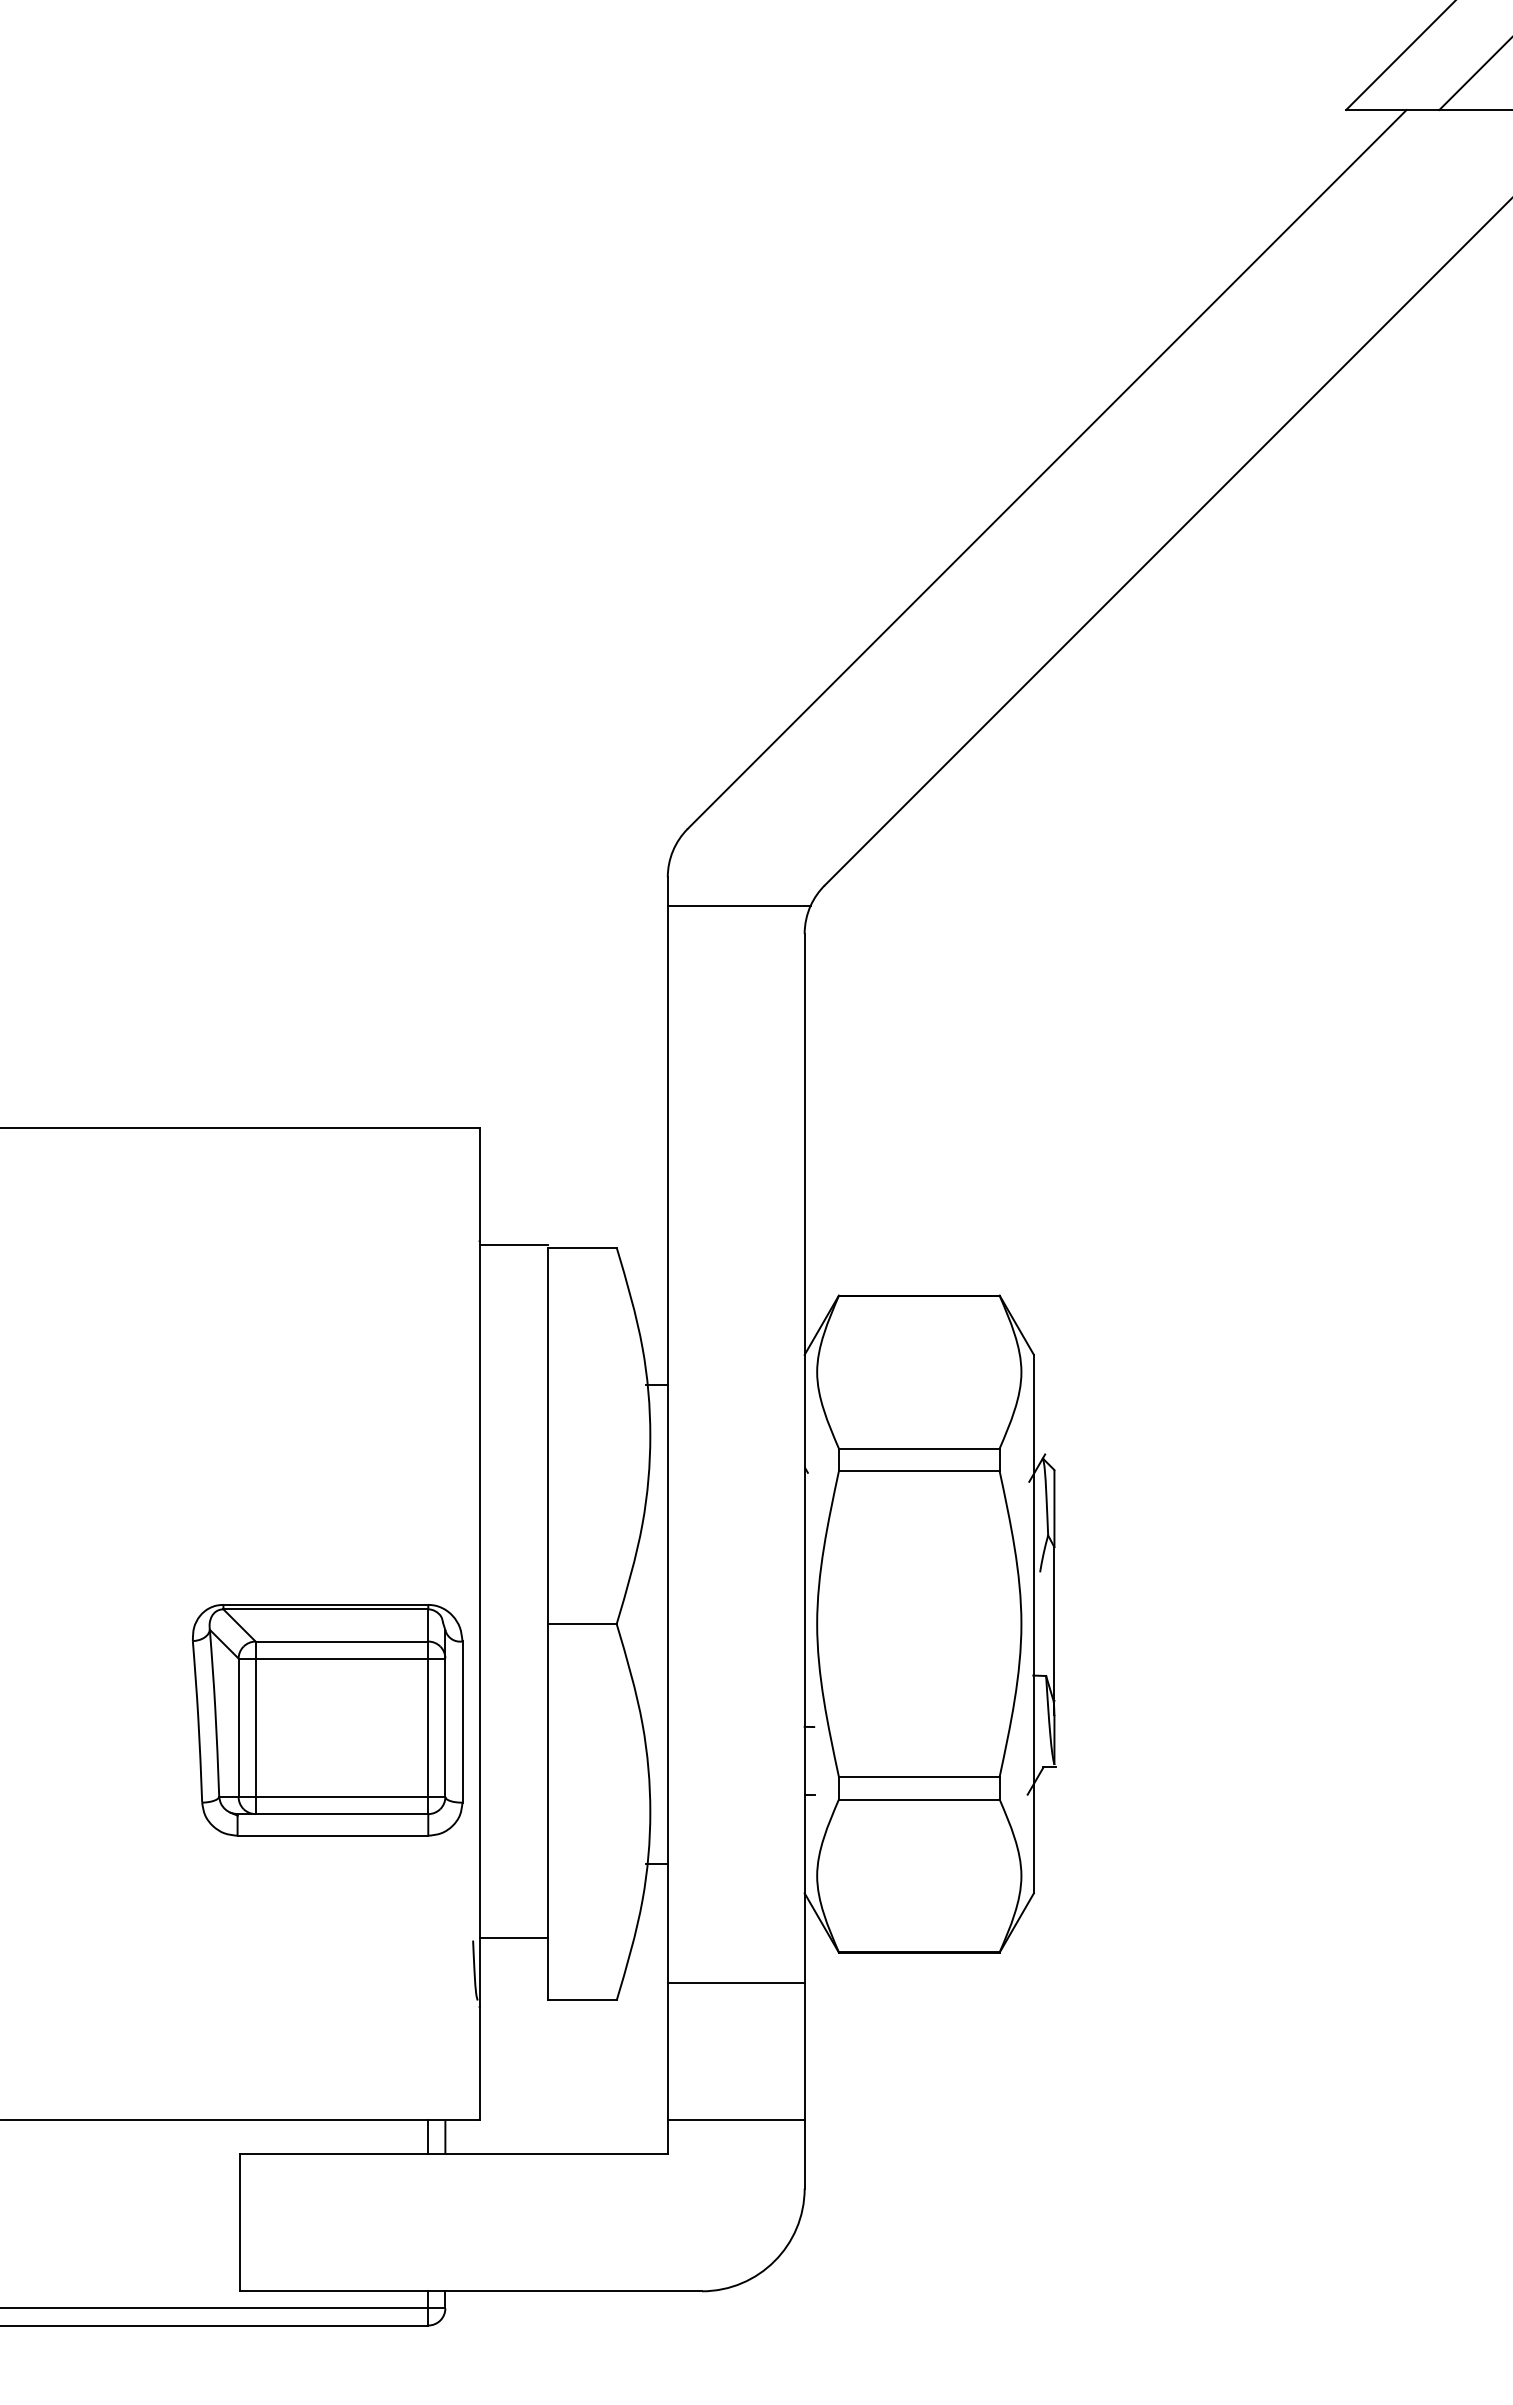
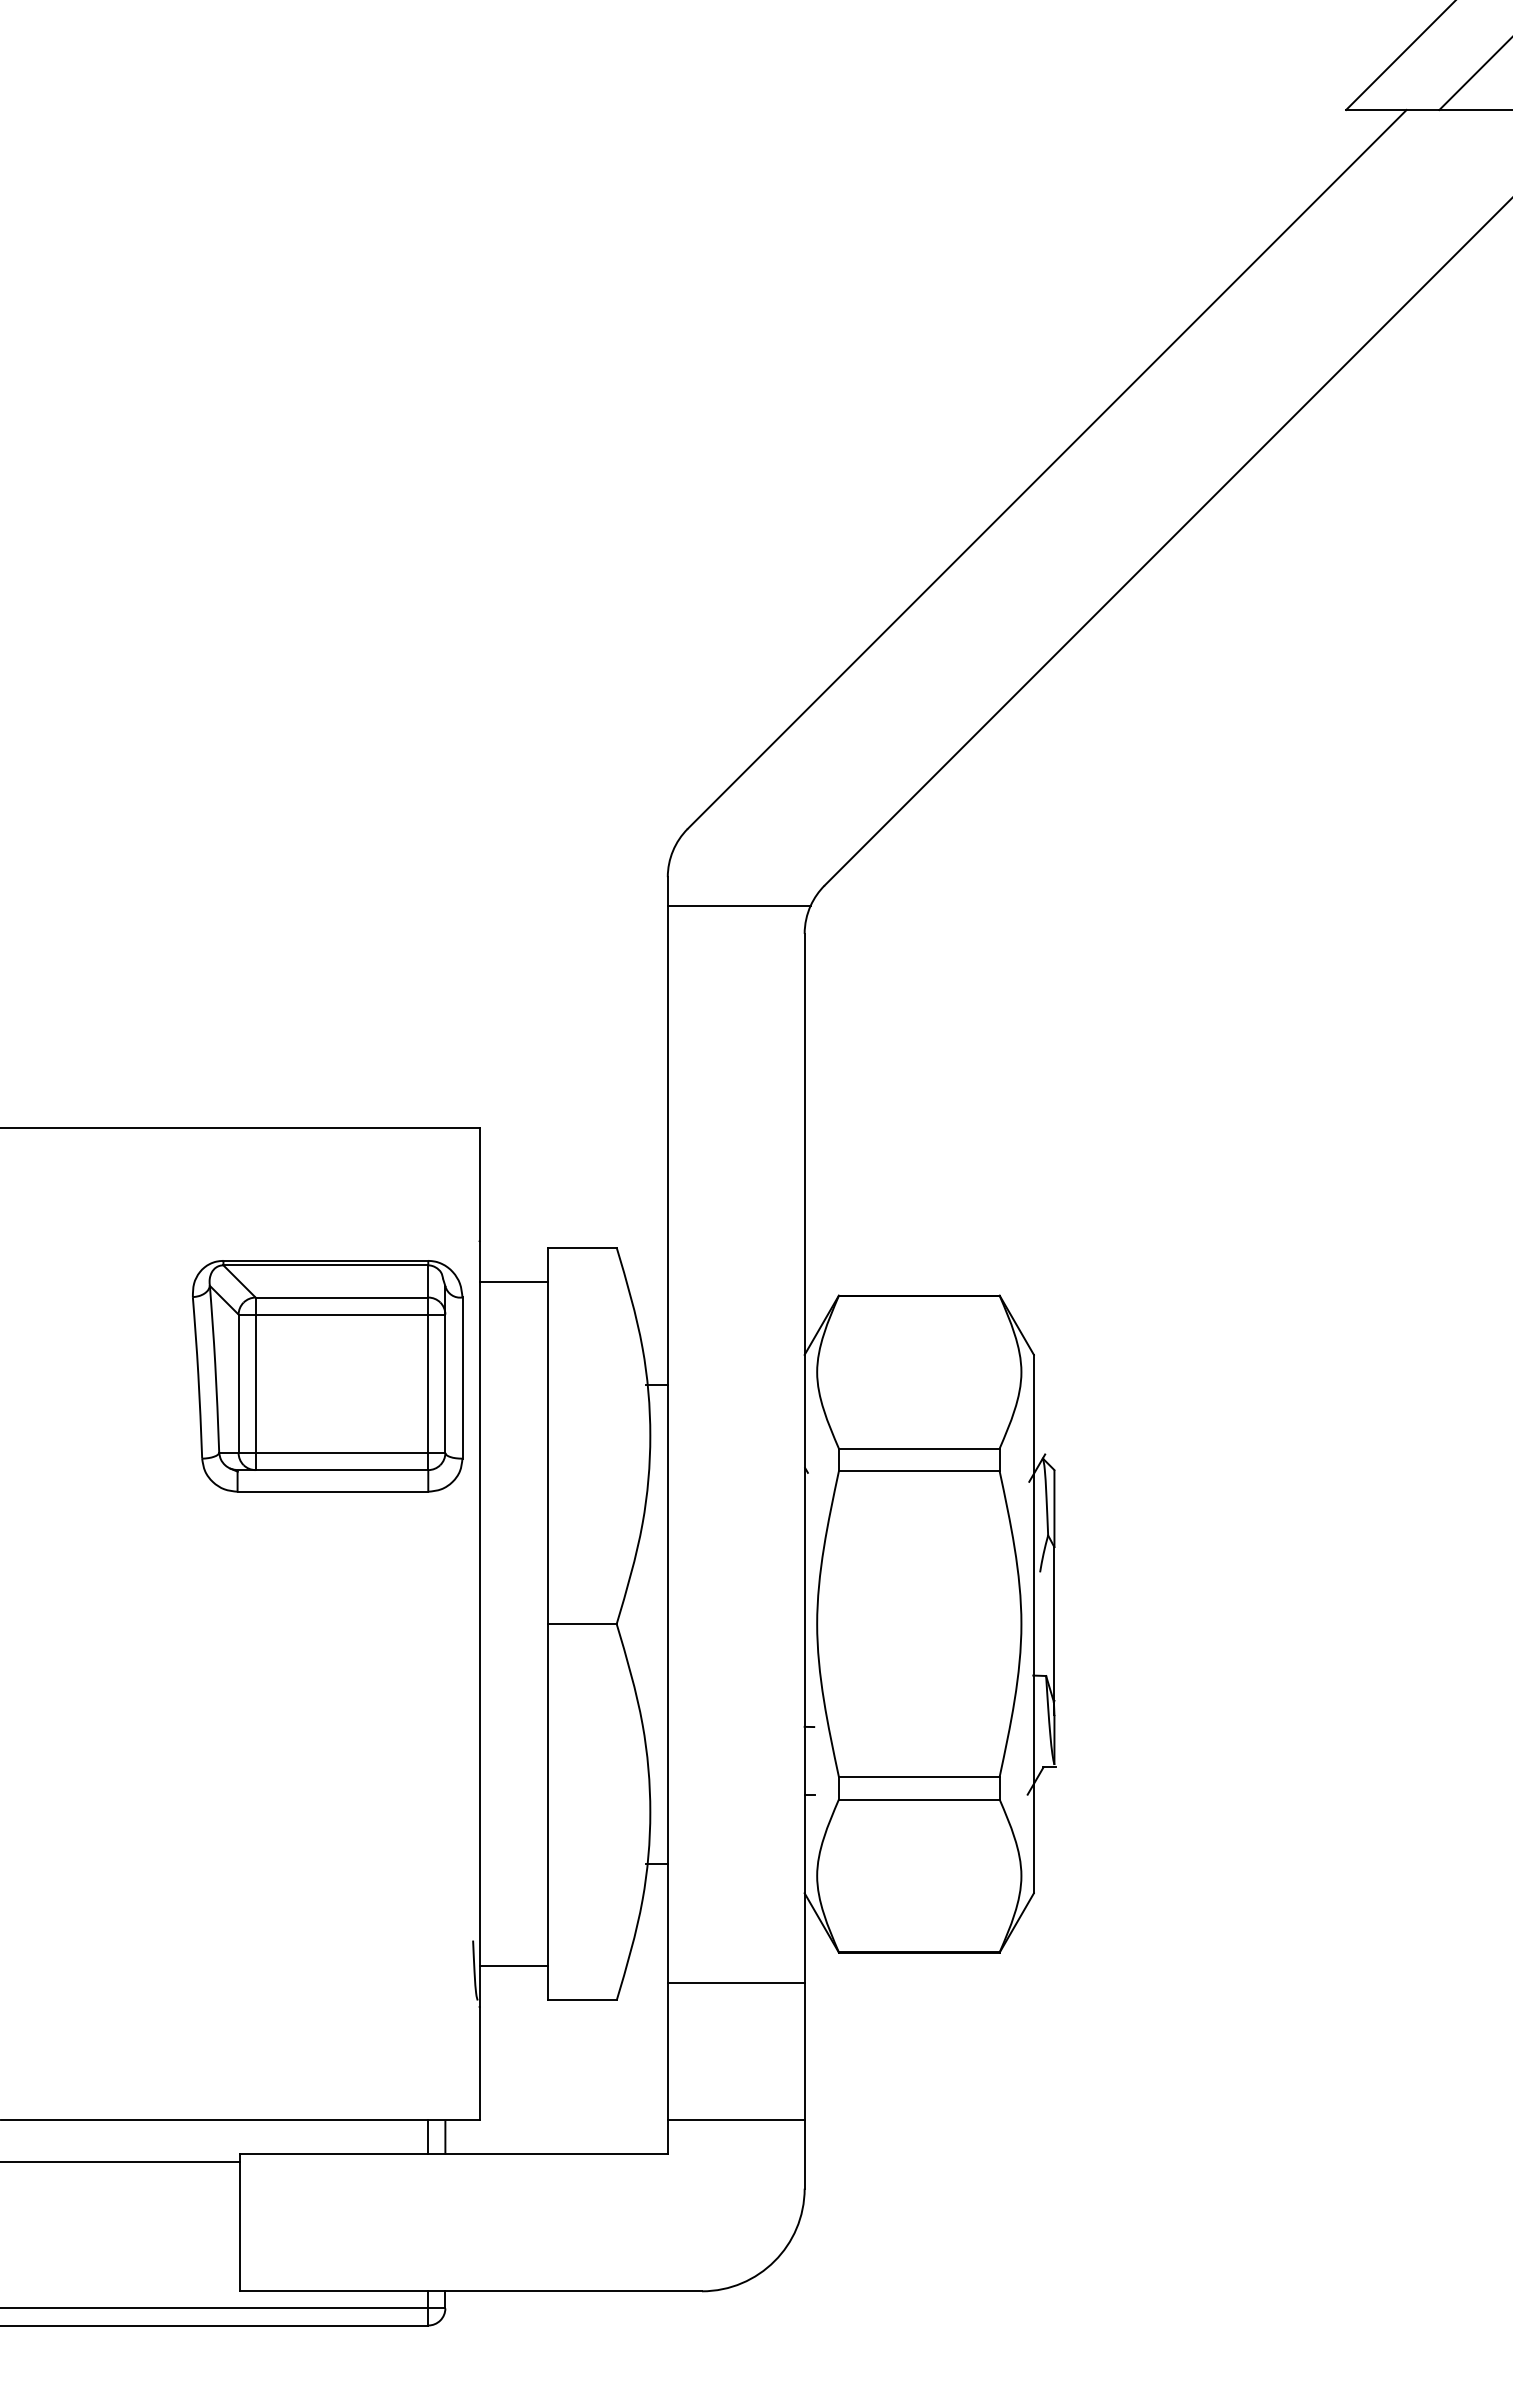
line at (513, 1244) position: (513, 1244) -> (513, 1281)
part at (327, 1720) position: (327, 1720) -> (327, 1376)
line at (513, 1938) position: (513, 1938) -> (513, 1966)
line at (121, 2161): none -> present
